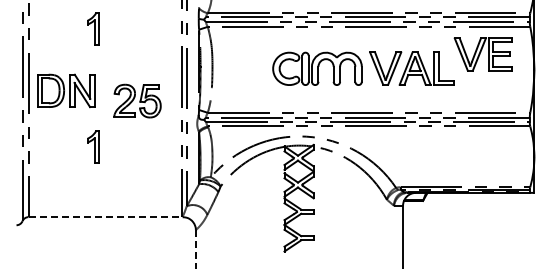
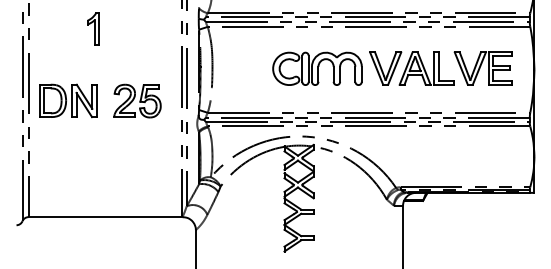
part at (482, 54) position: (482, 54) -> (482, 68)
part at (66, 90) position: (66, 90) -> (68, 100)
part at (93, 146): present -> none
line at (105, 217): dashed -> solid
line at (195, 249): dashed -> solid
